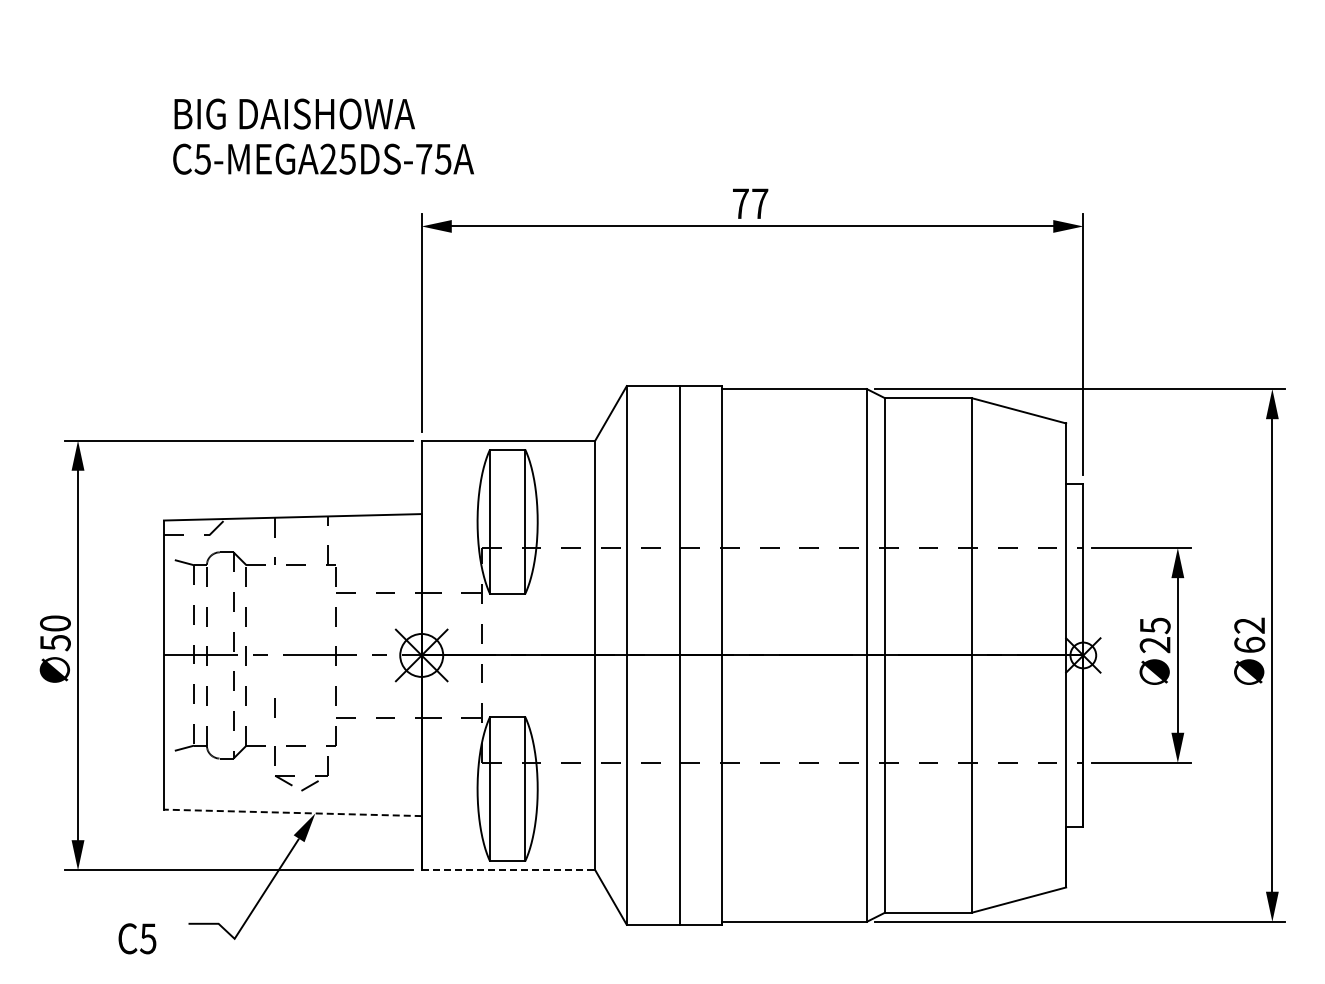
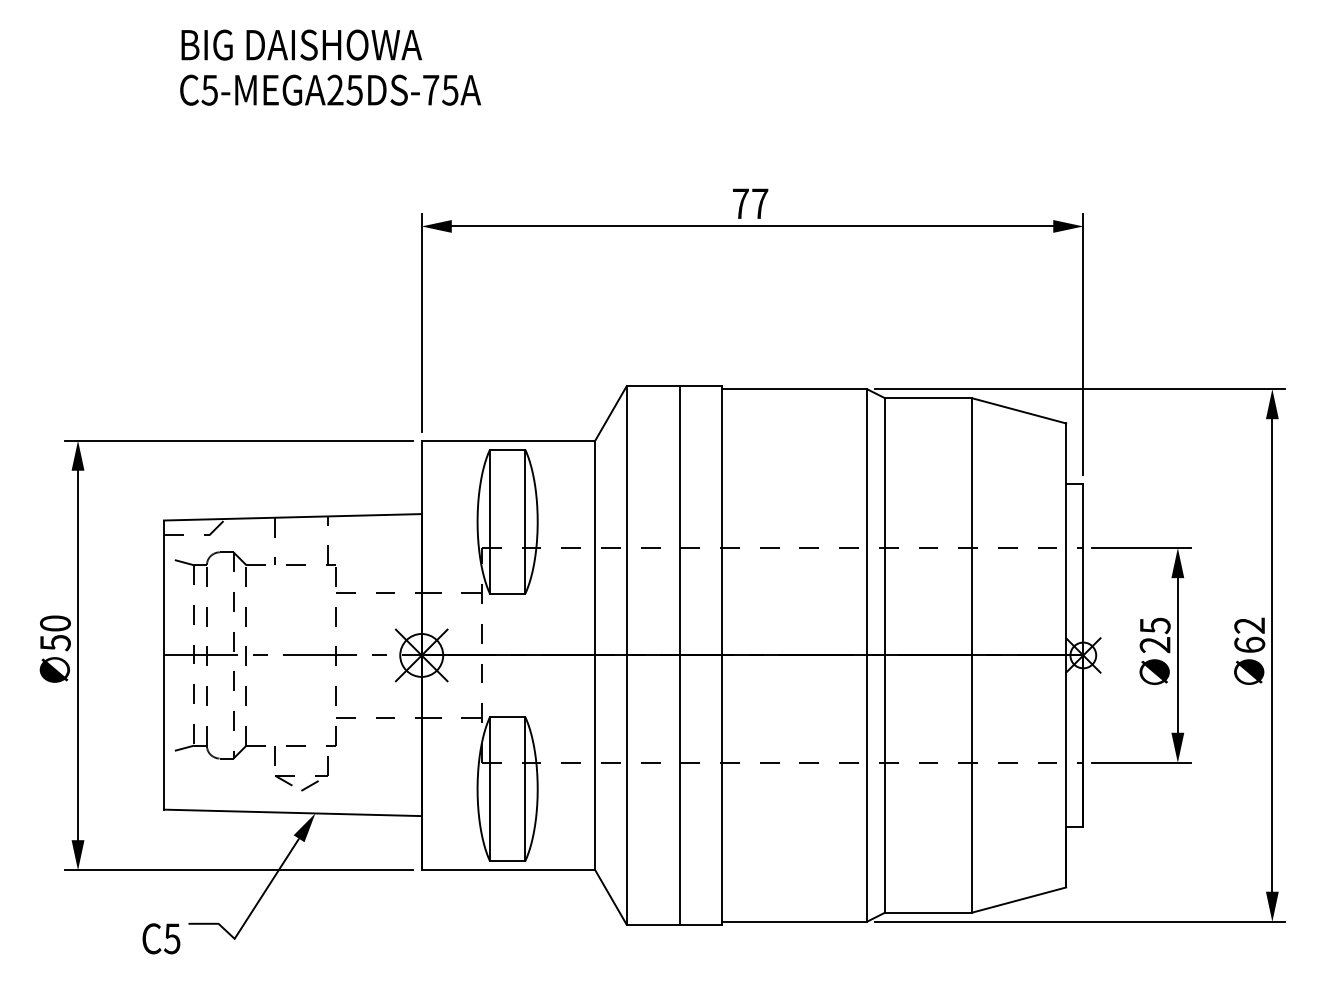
text at (323, 136) position: (323, 136) -> (330, 67)
line at (274, 707): present -> none
line at (292, 812): dashed -> solid
line at (508, 870): dashed -> solid
text at (137, 938) position: (137, 938) -> (161, 938)
